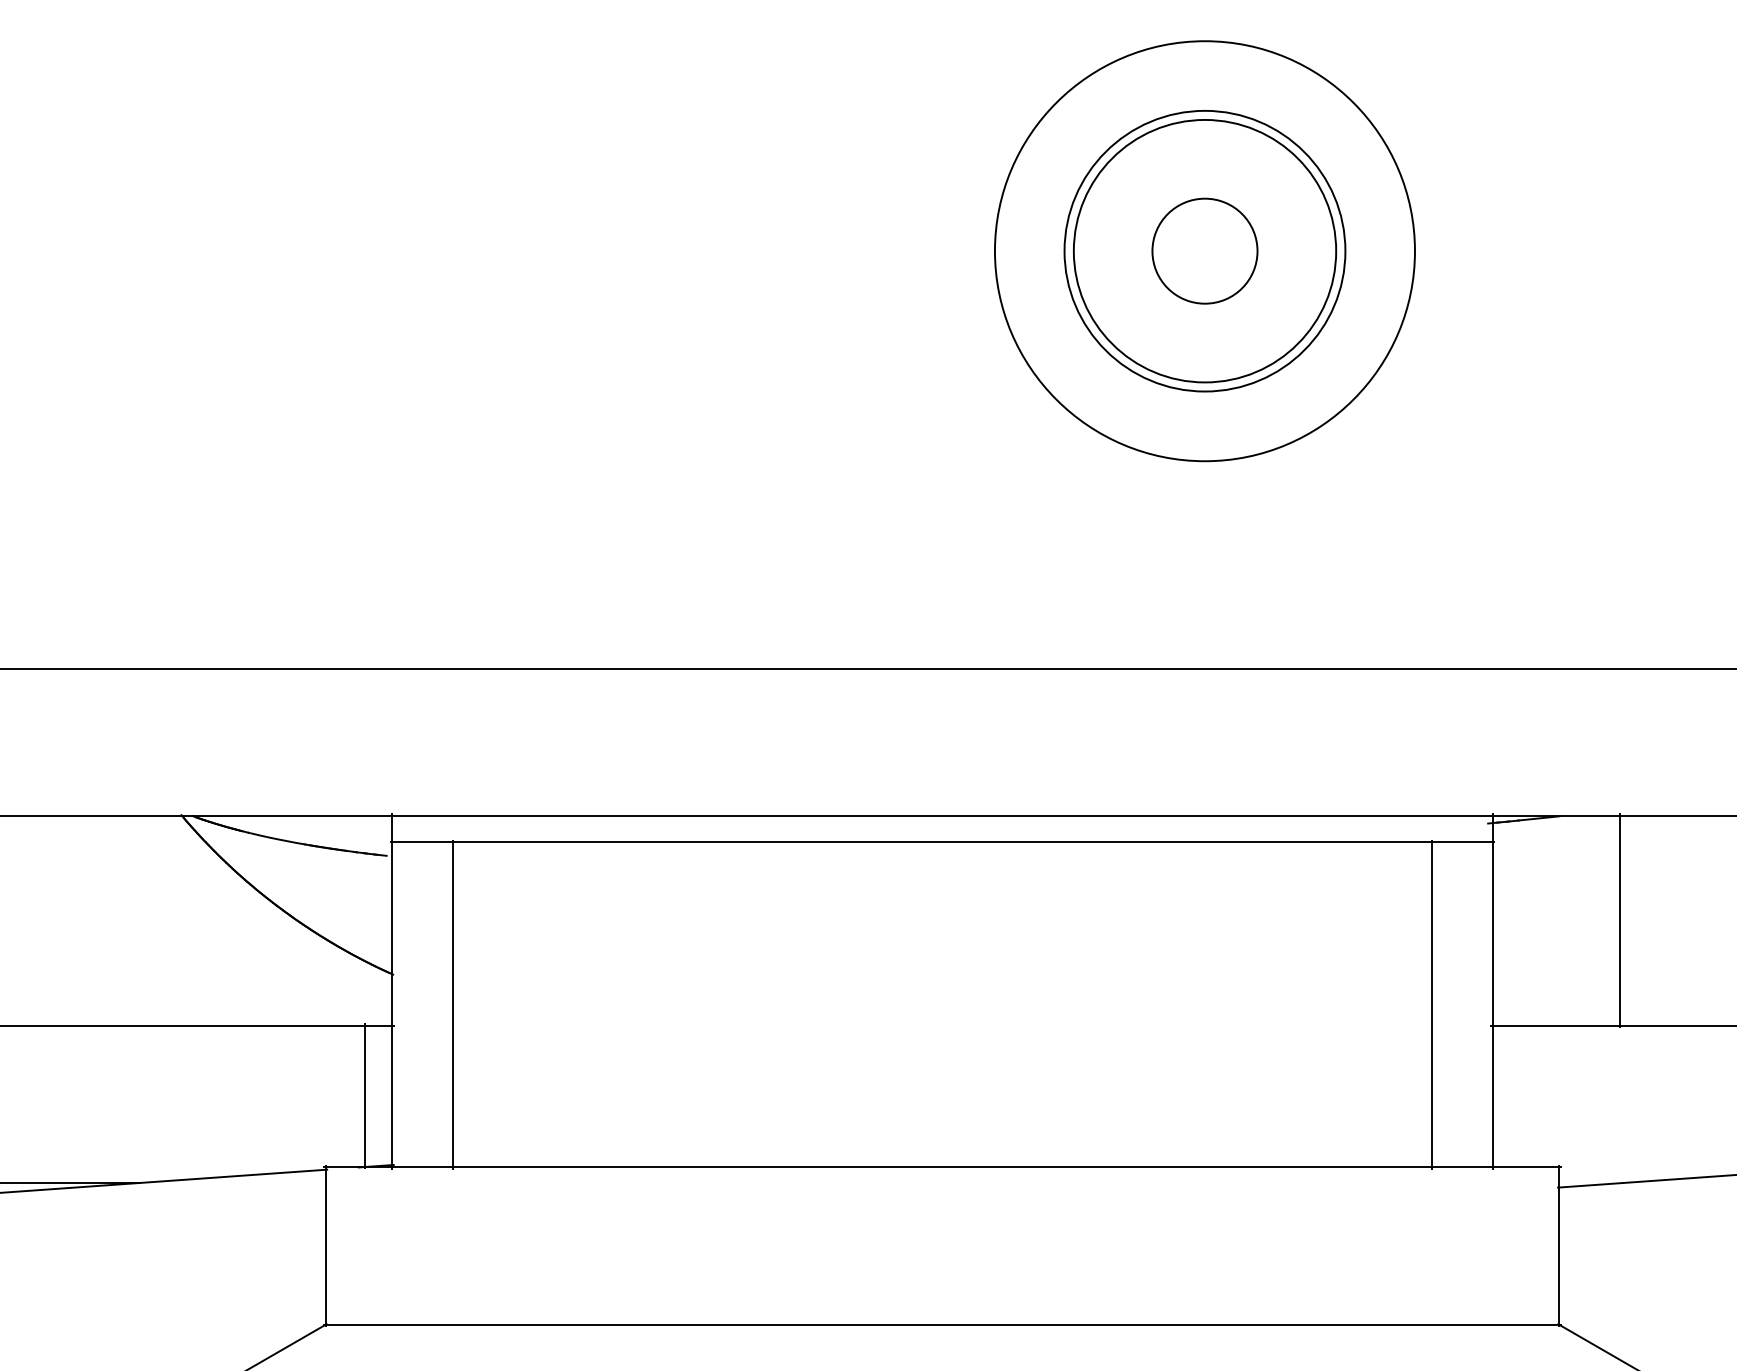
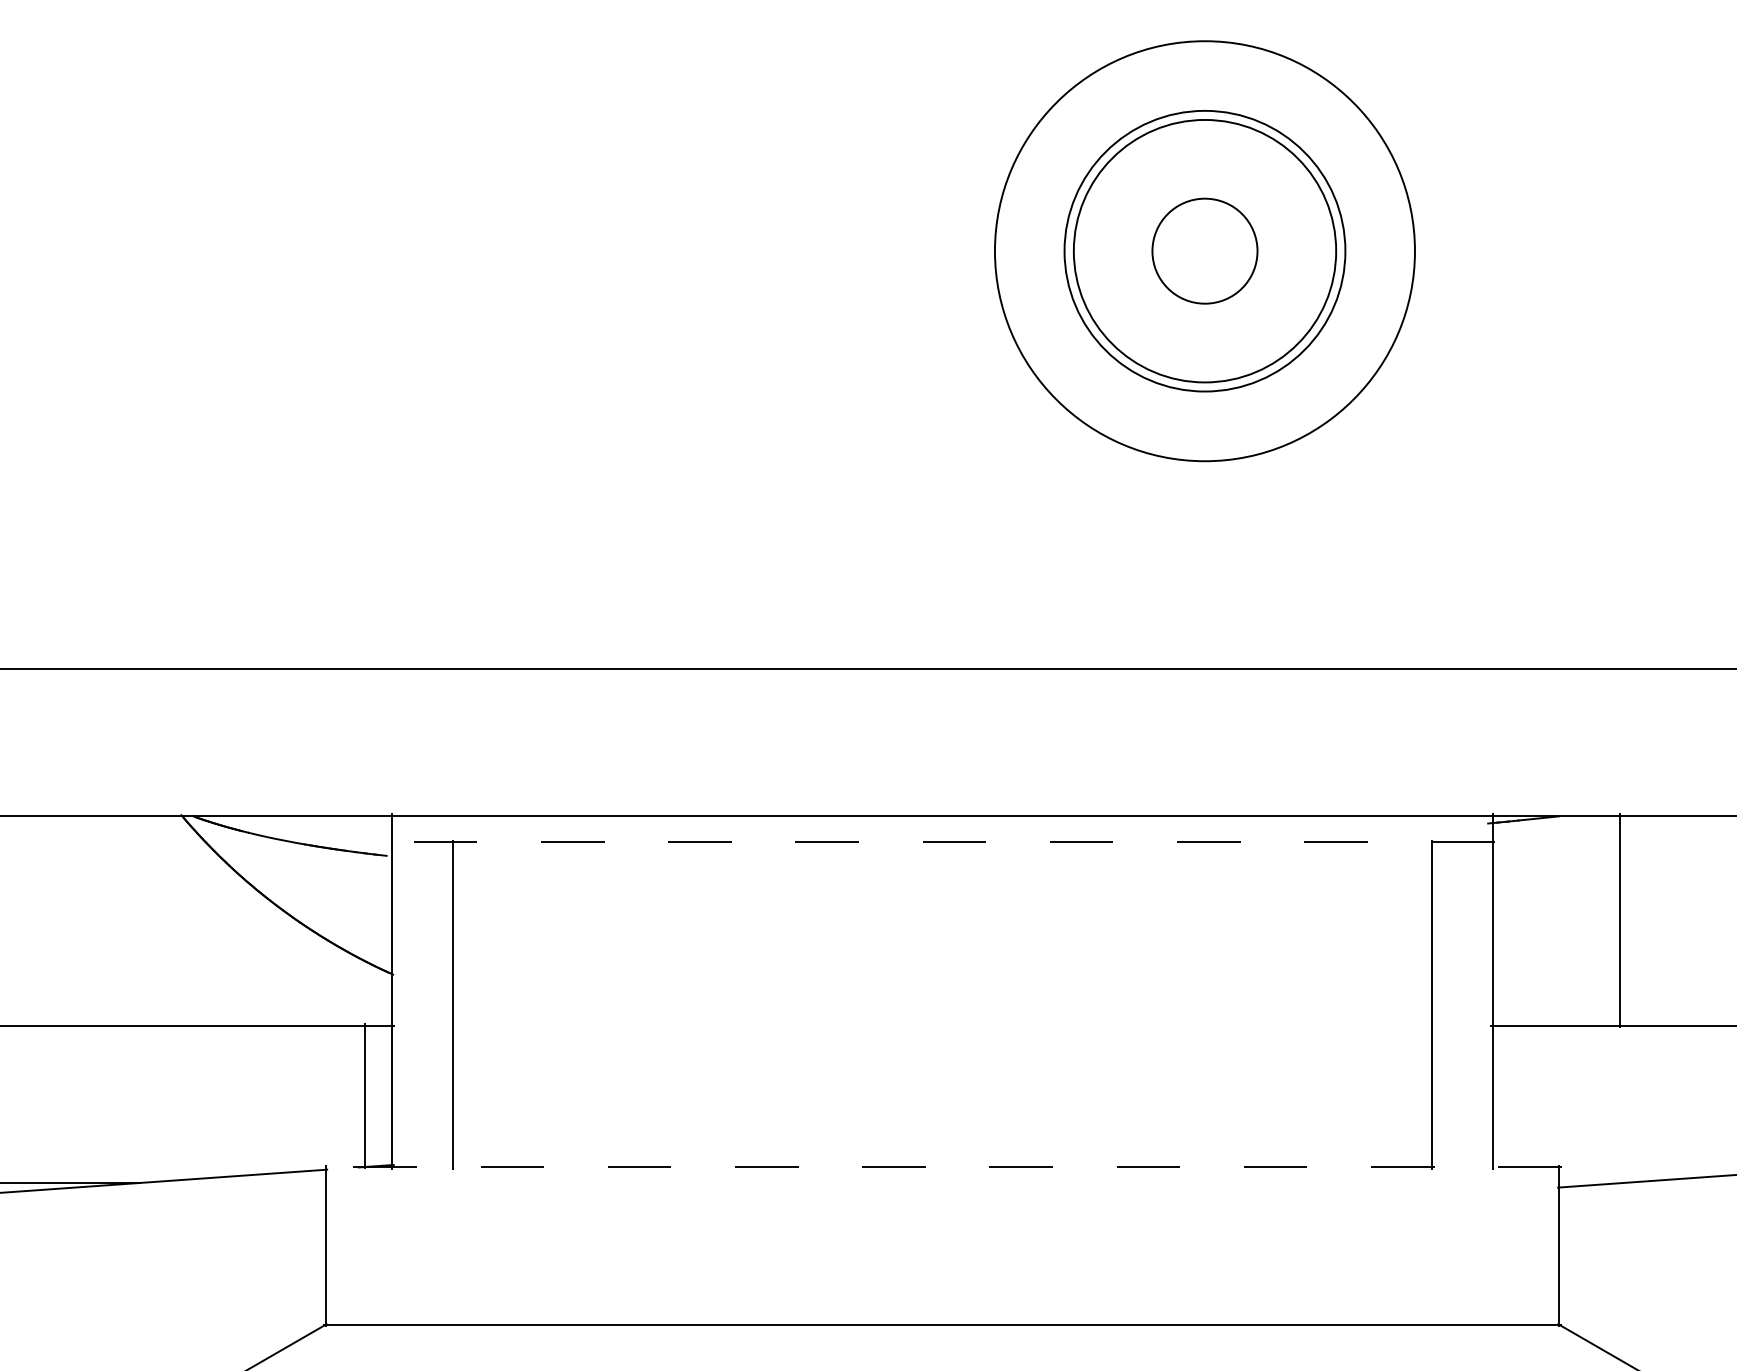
line at (942, 841): solid -> dashed
line at (942, 1167): solid -> dashed
